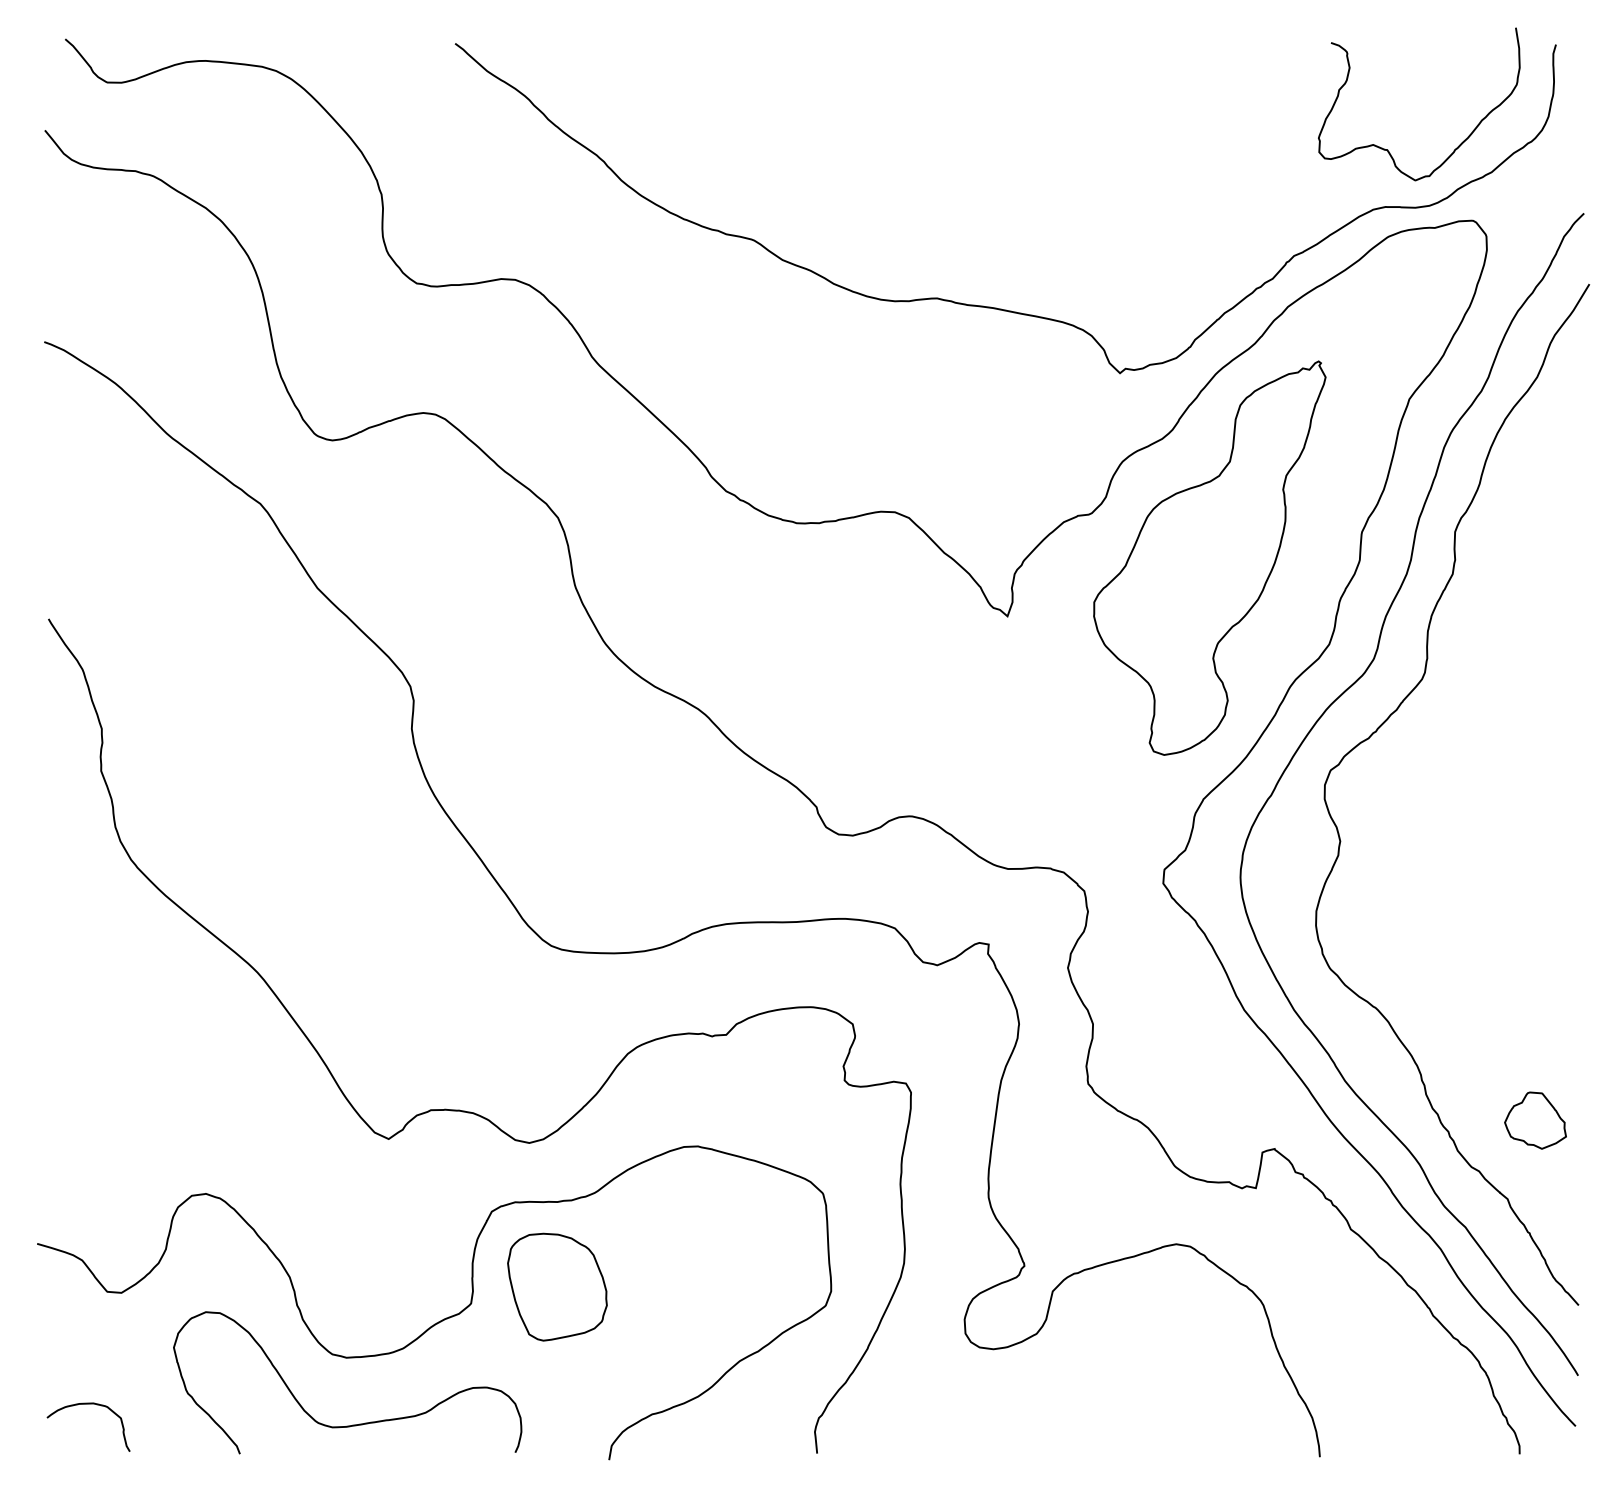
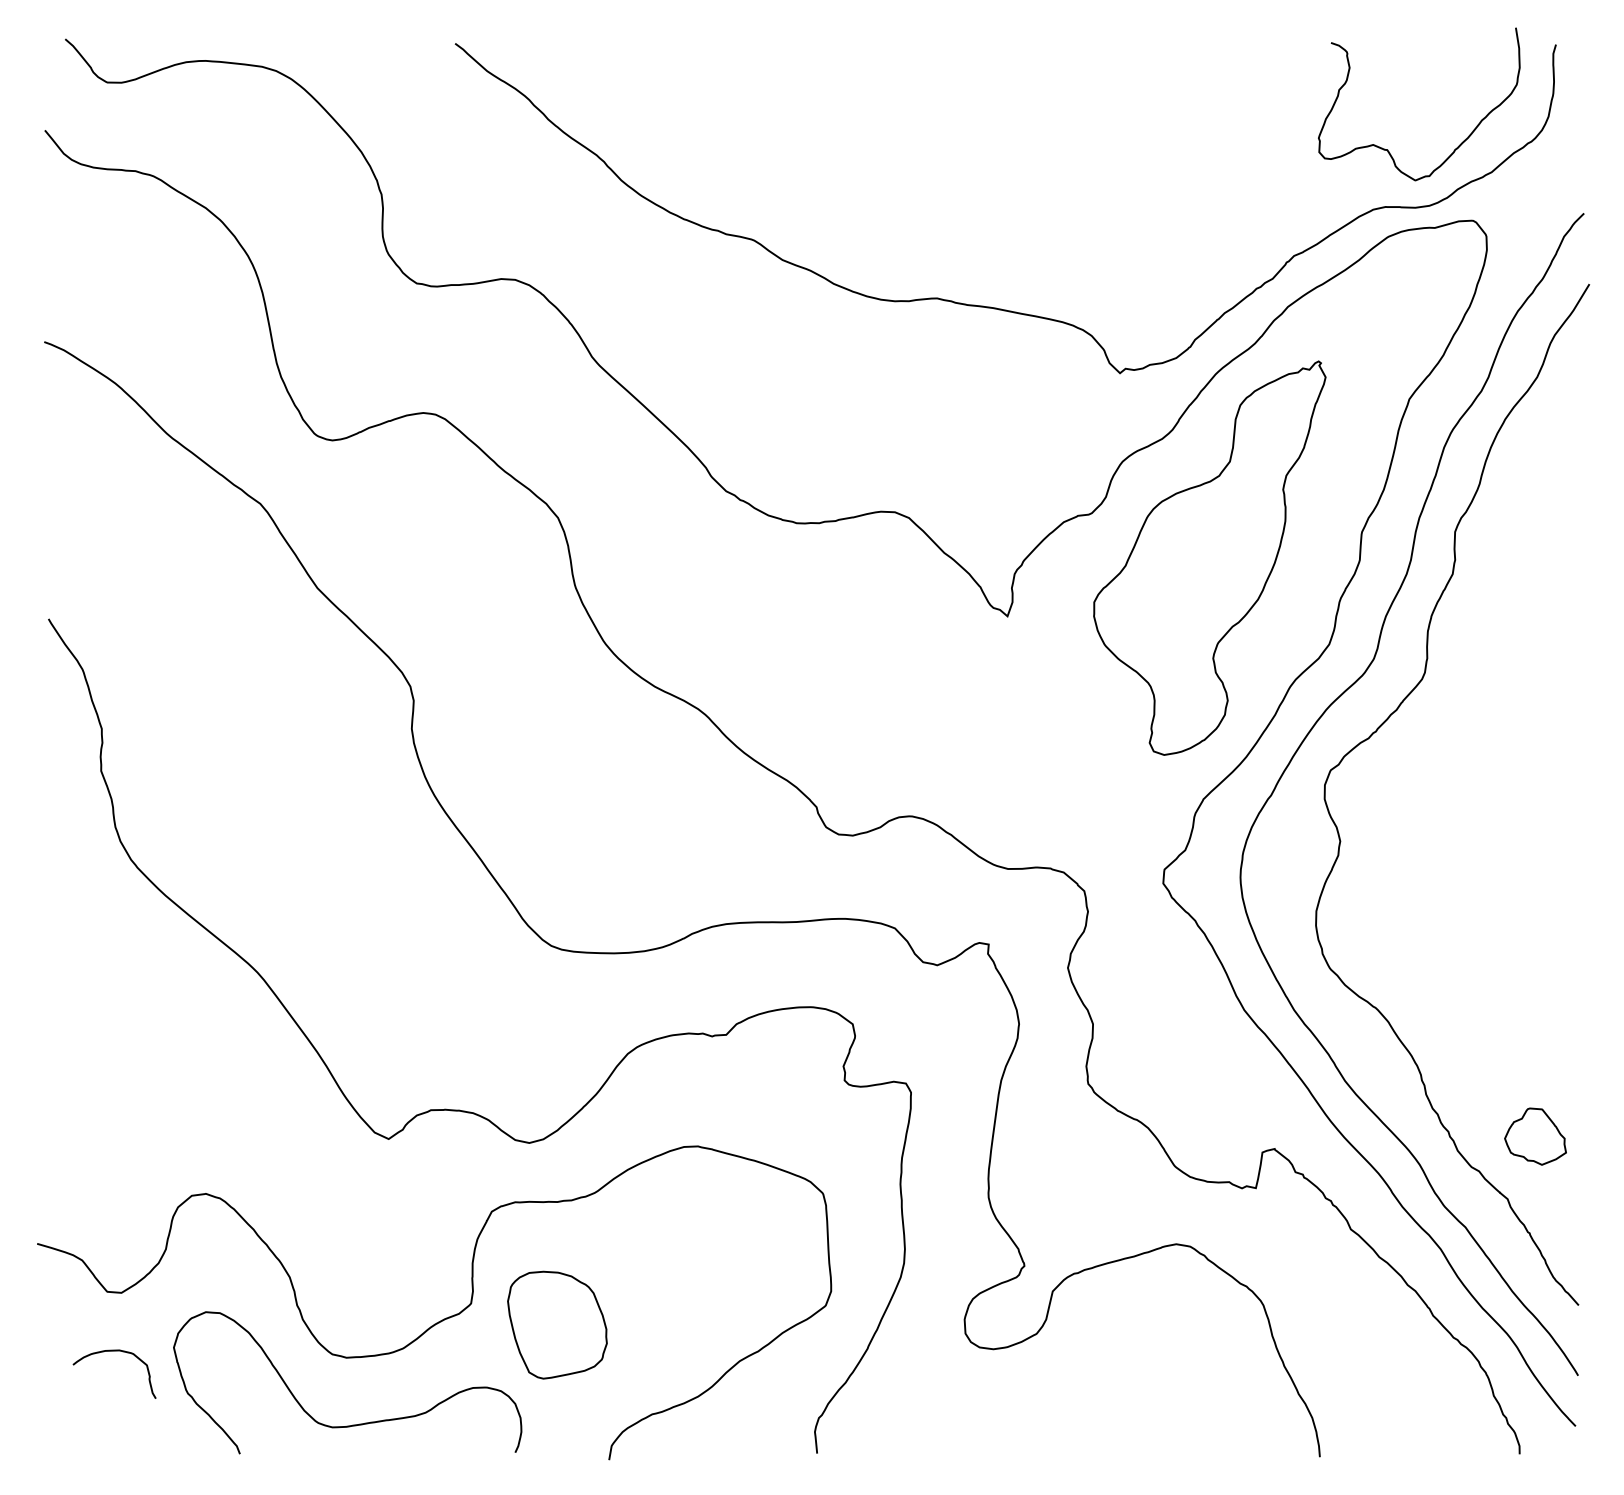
part at (1535, 1120) position: (1535, 1120) -> (1535, 1136)
part at (557, 1286) position: (557, 1286) -> (557, 1324)
curve at (88, 1404) position: (88, 1404) -> (114, 1351)
